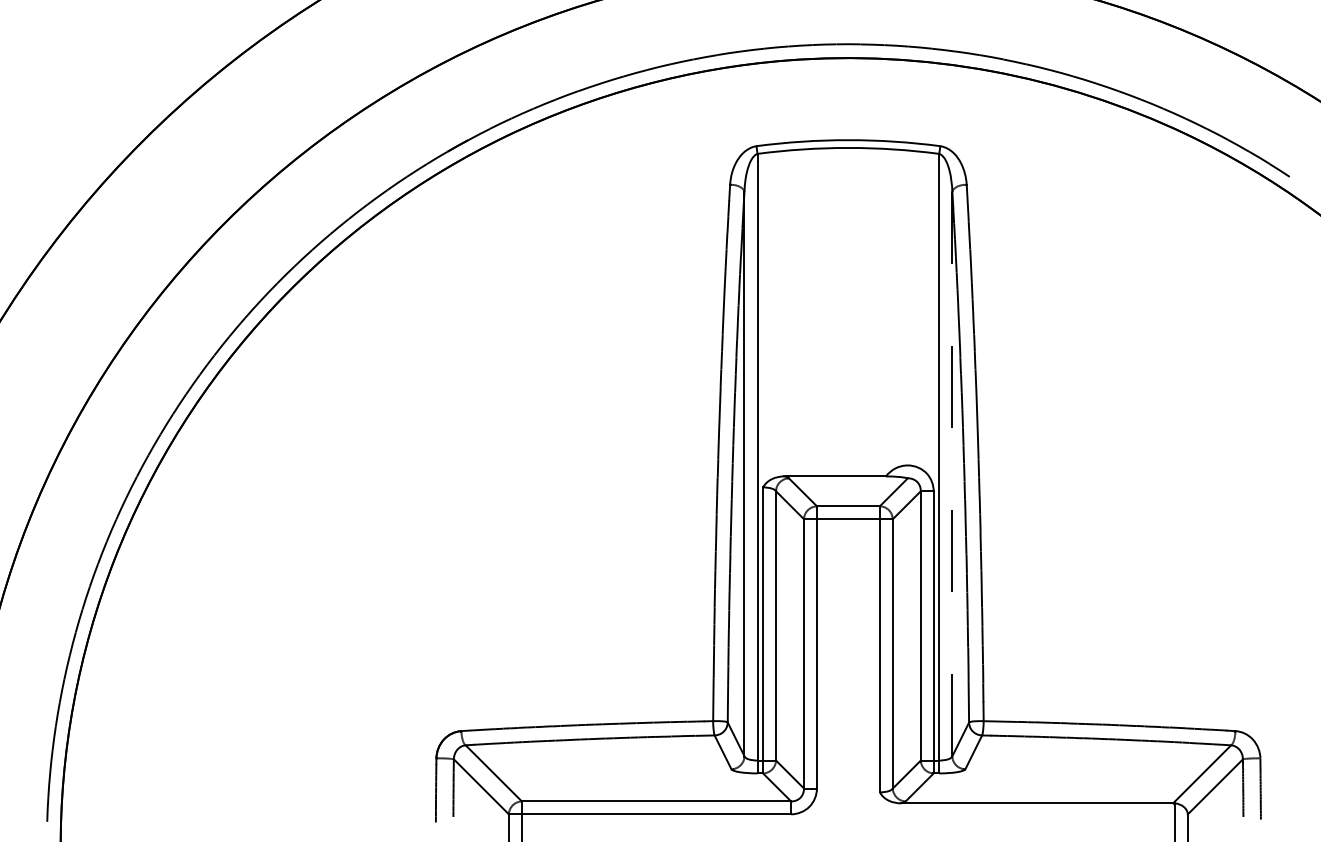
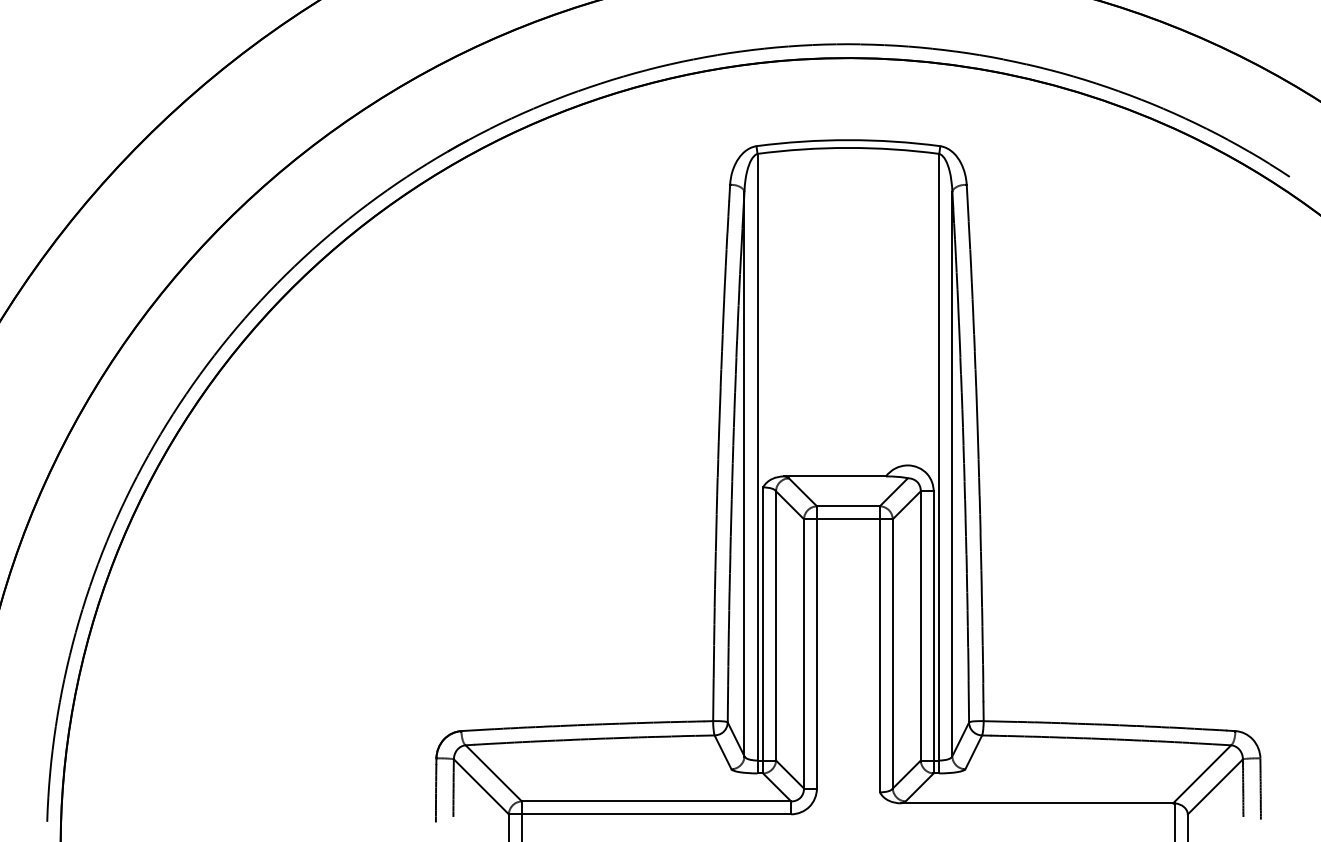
line at (952, 473): dashed -> solid
